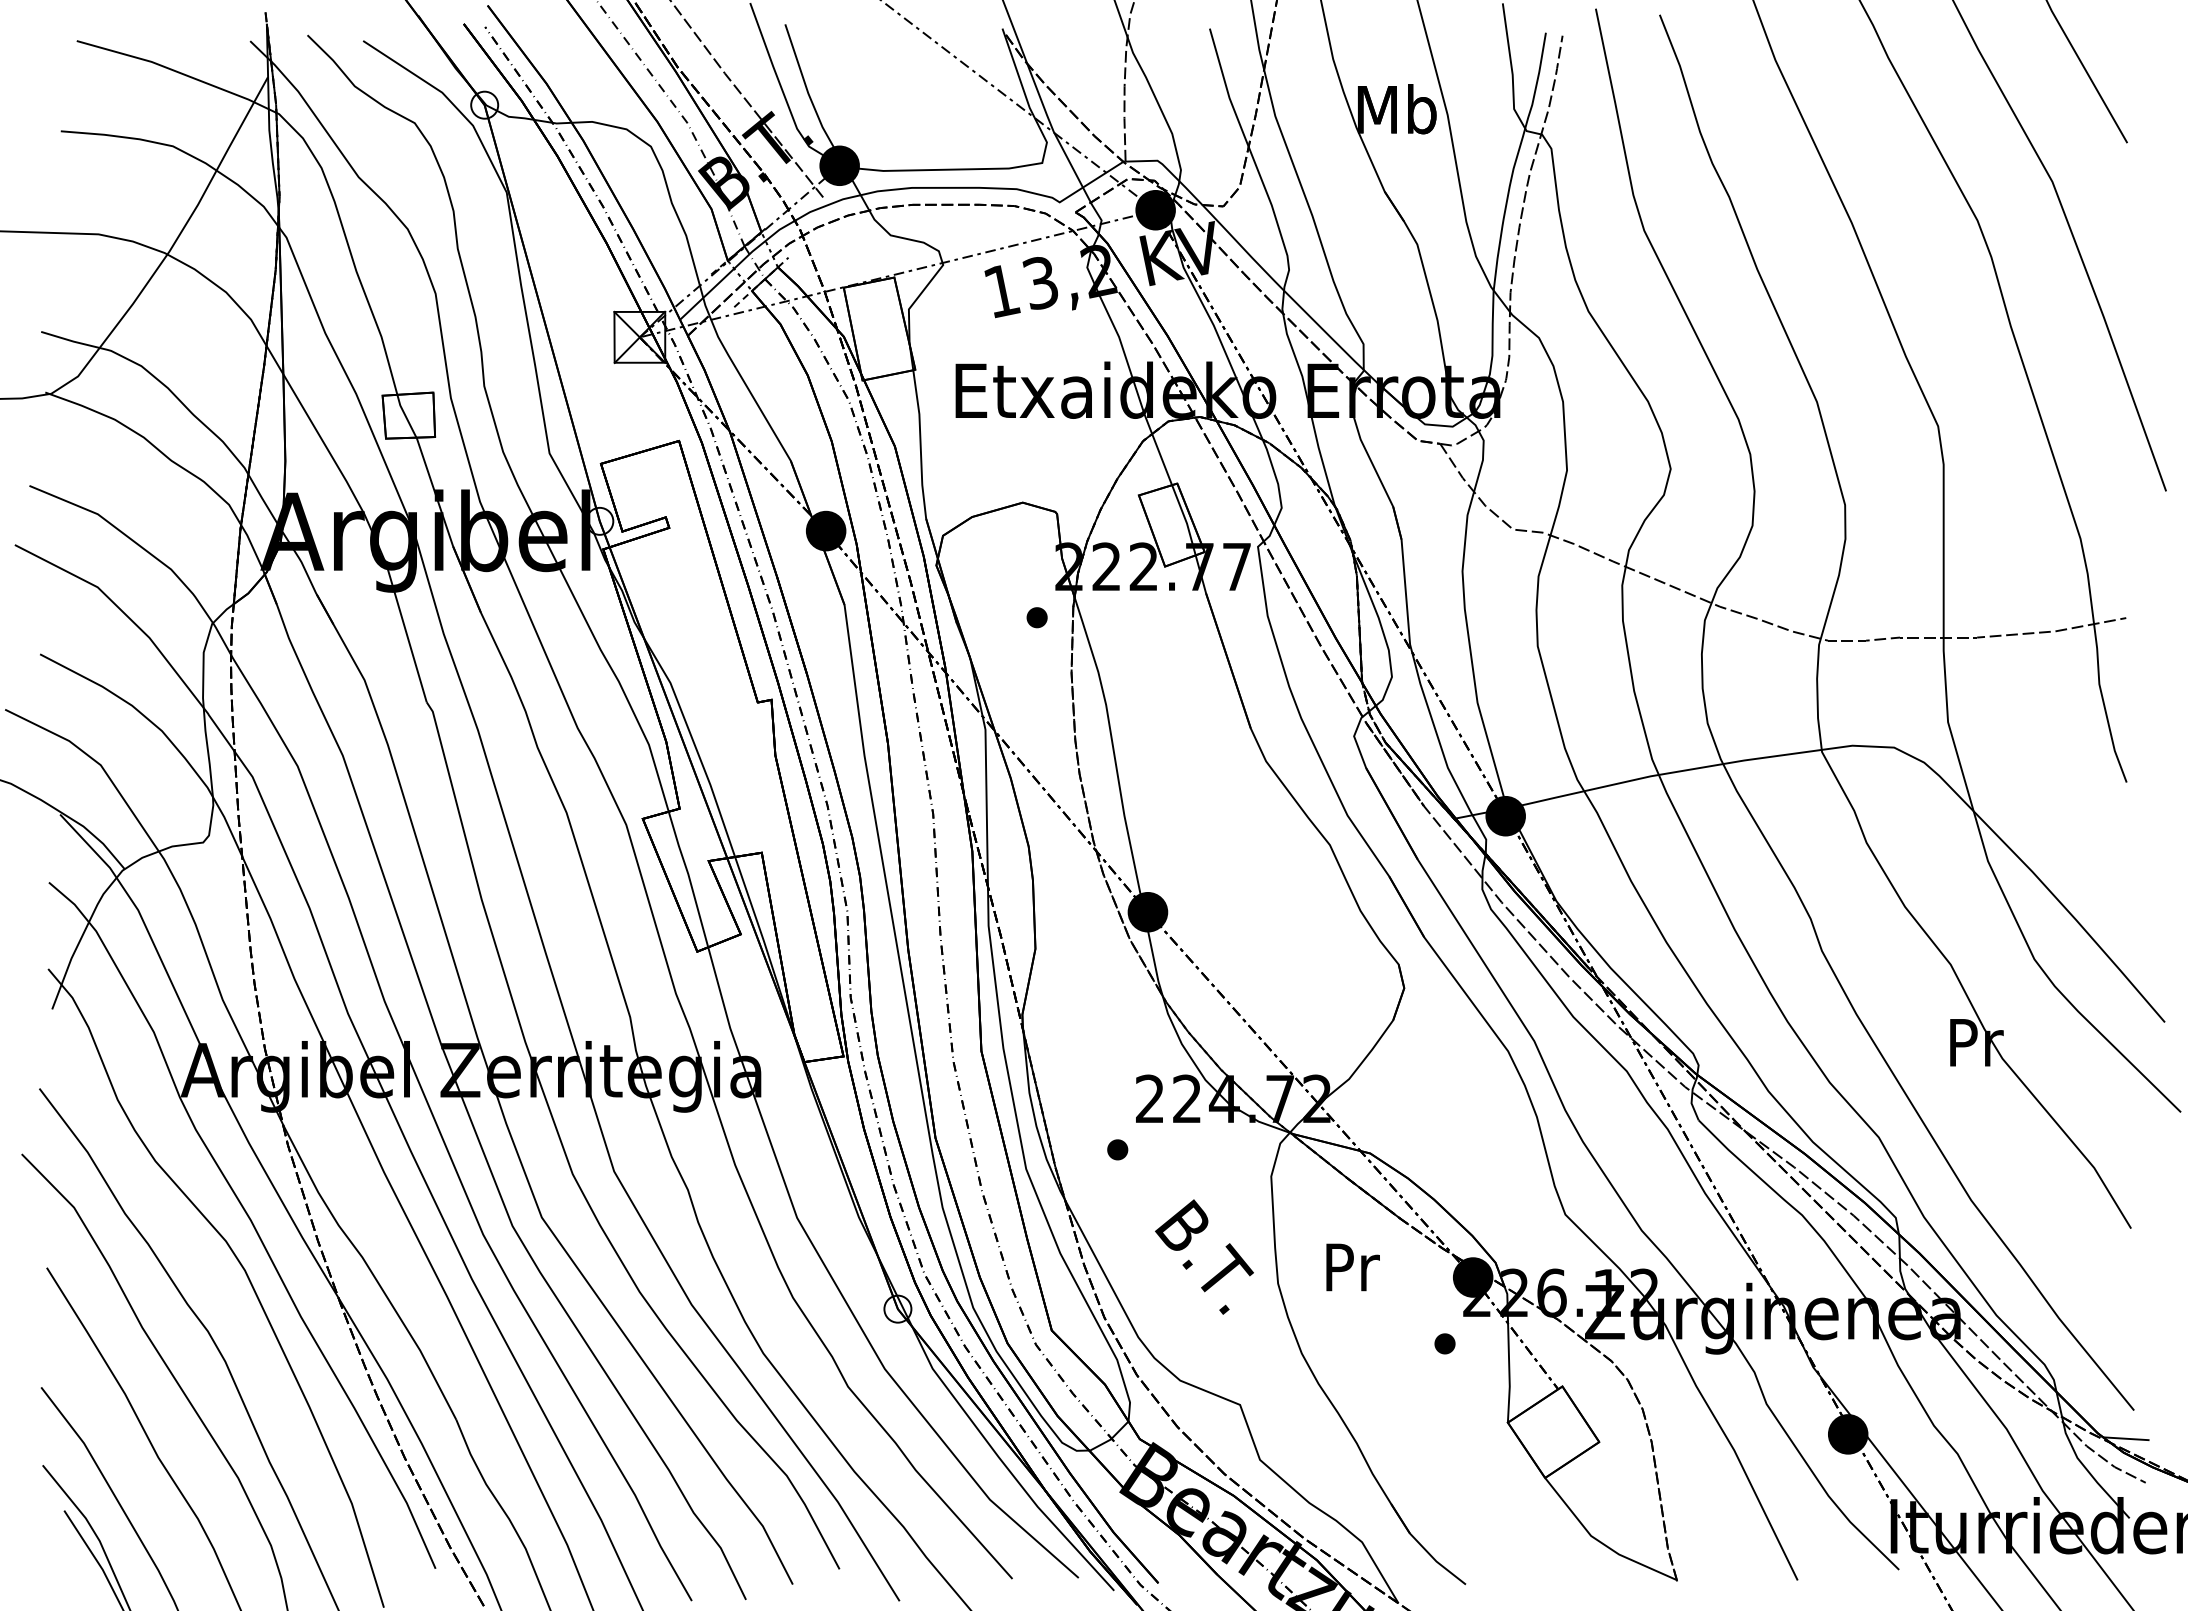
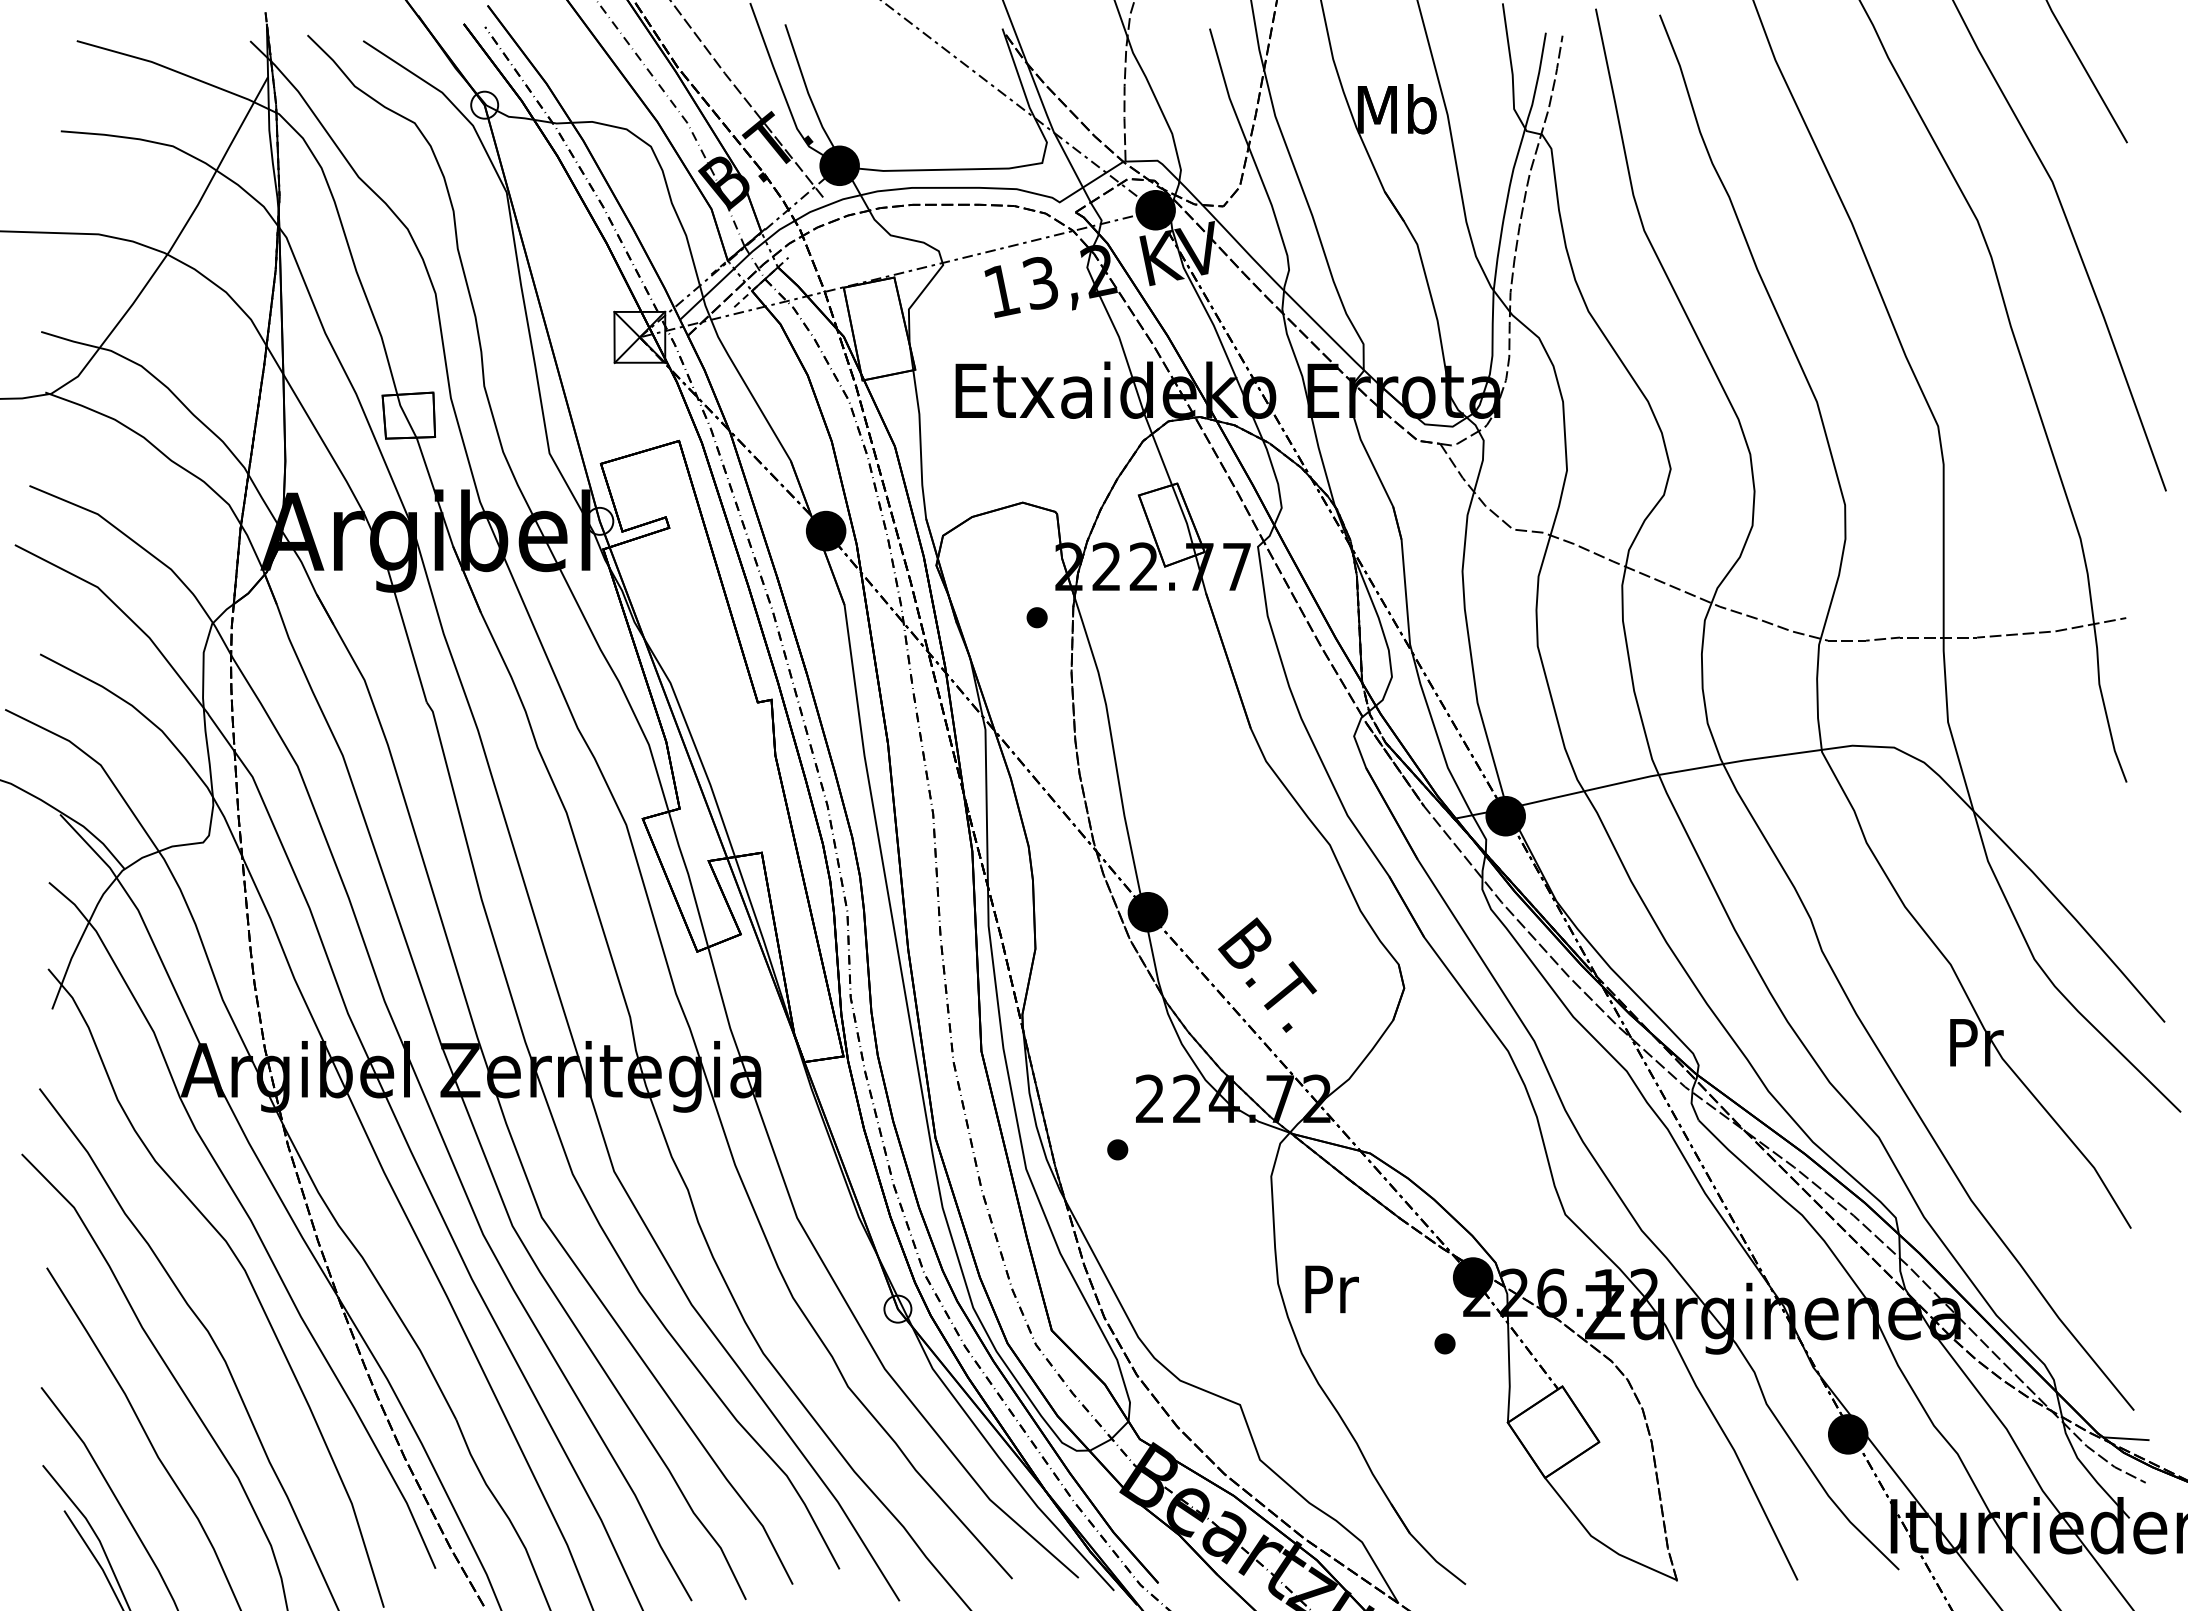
text at (1204, 1256) position: (1204, 1256) -> (1267, 974)
text at (1352, 1267) position: (1352, 1267) -> (1331, 1289)
